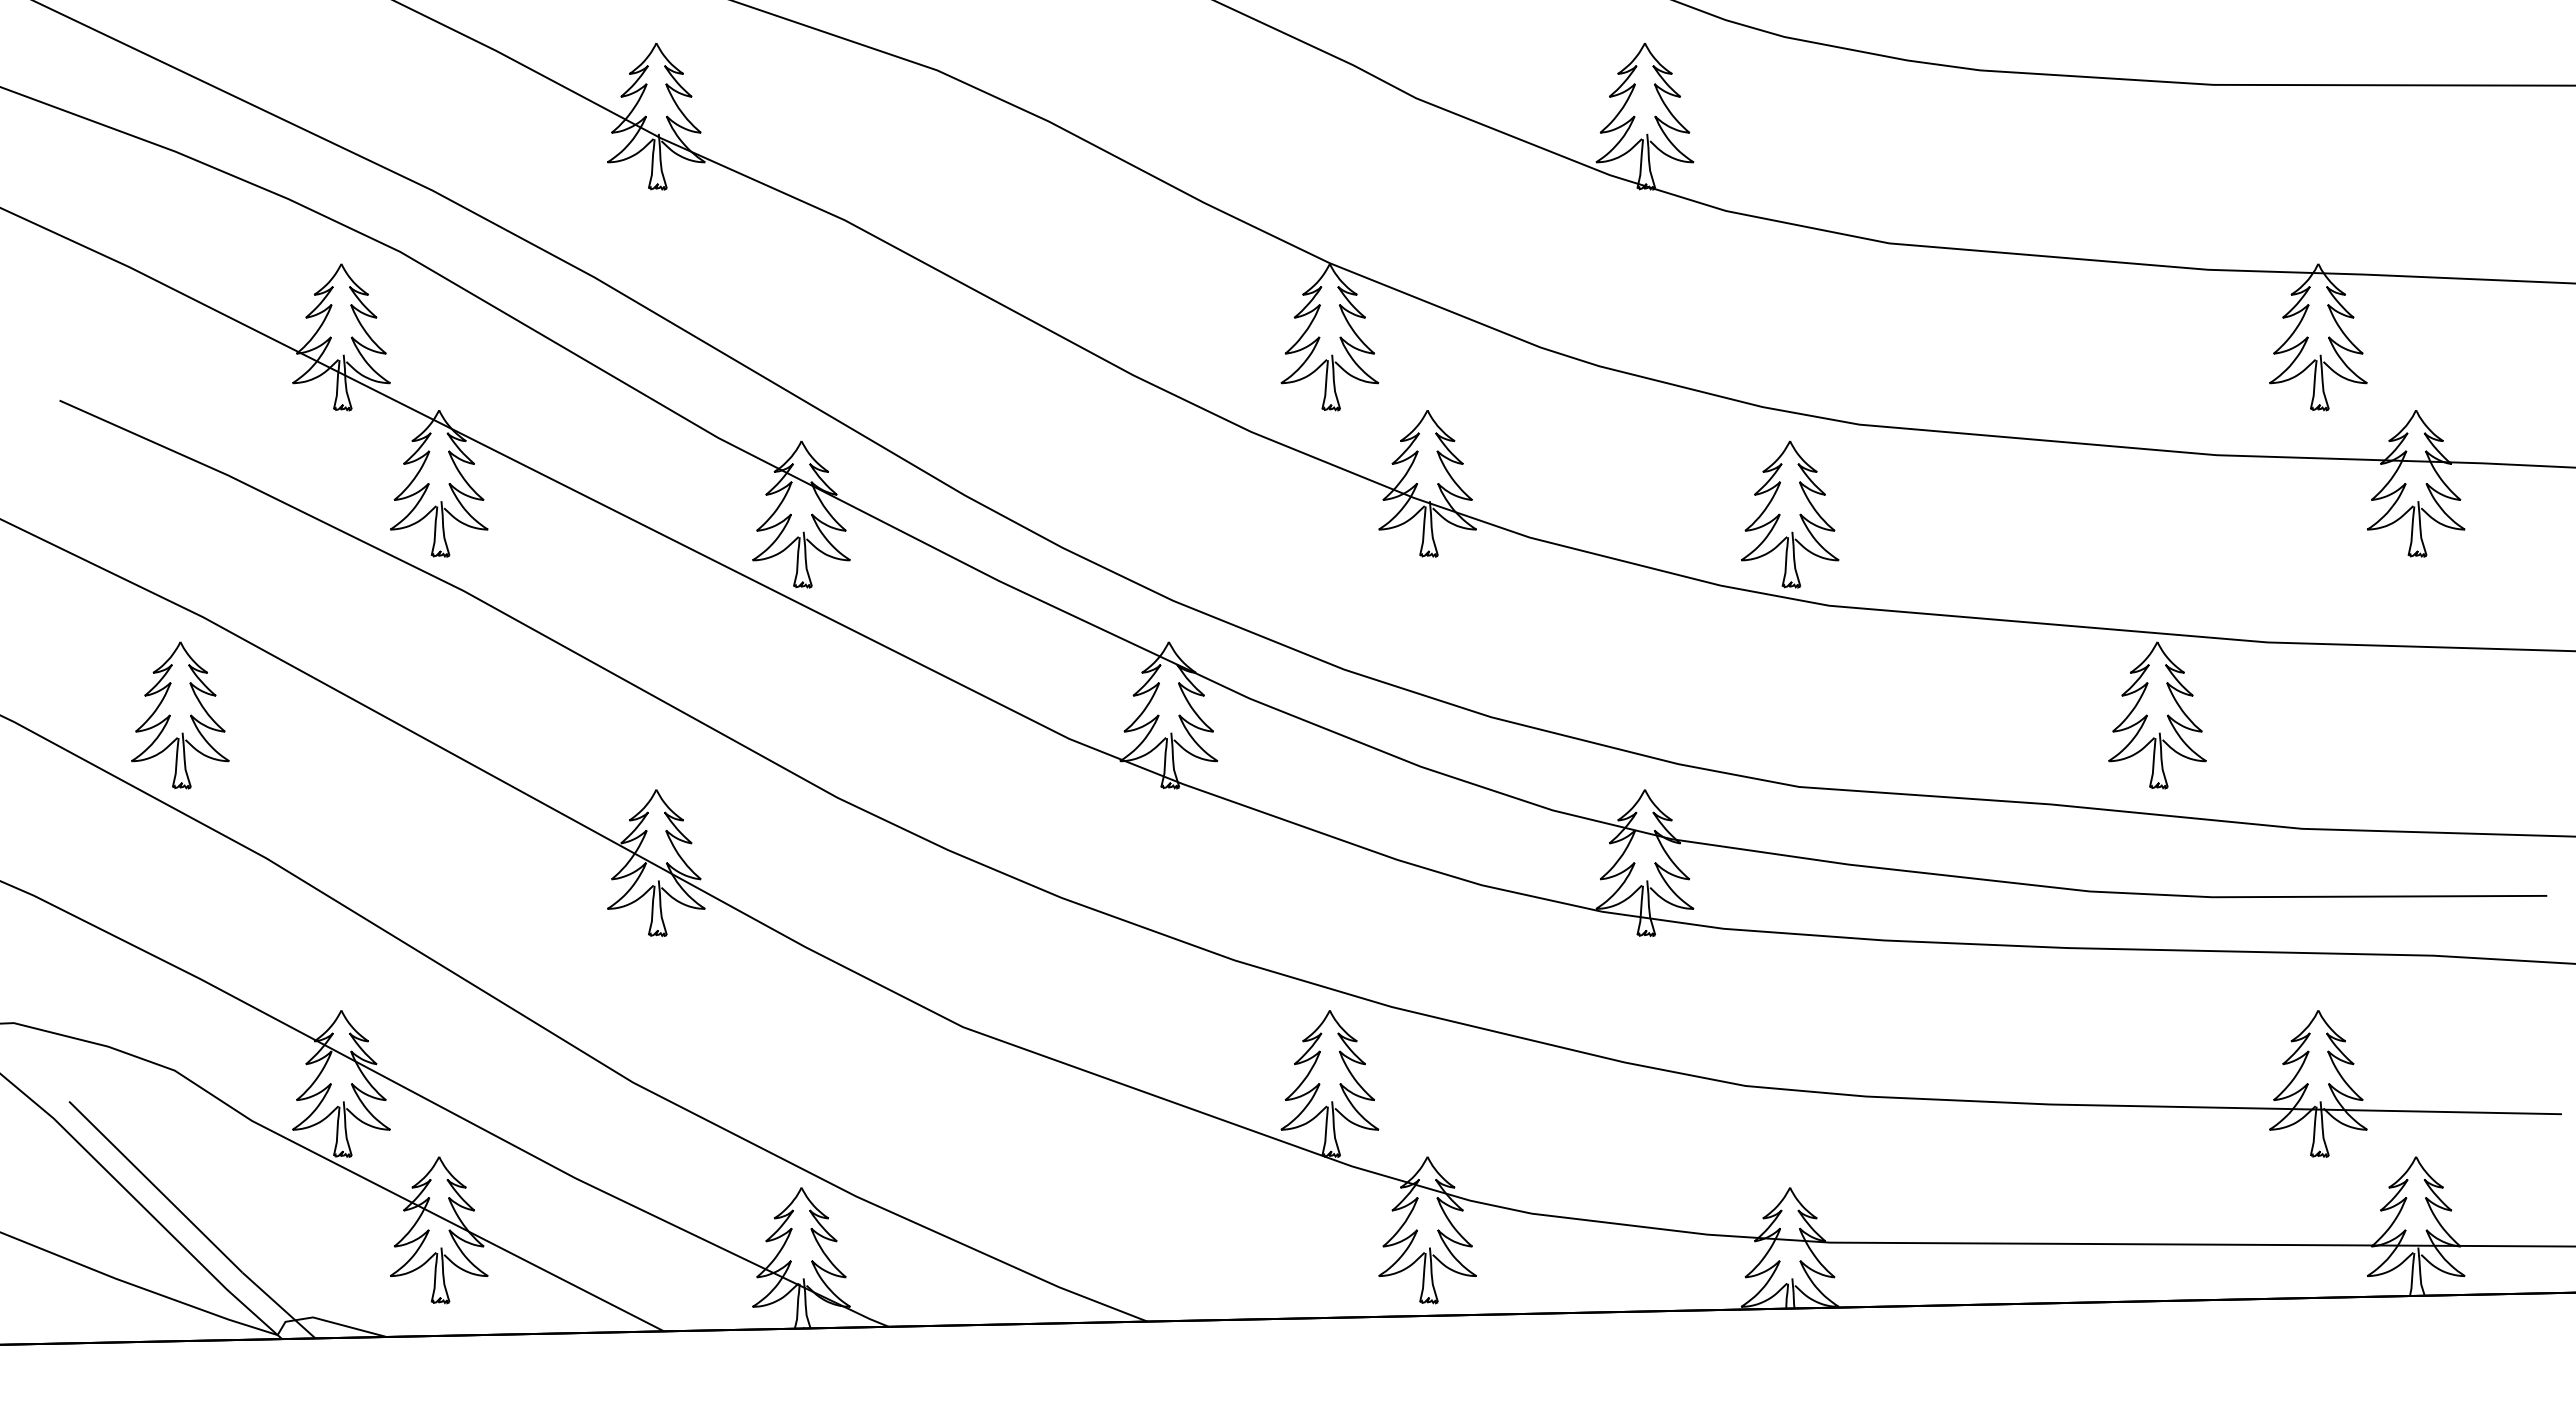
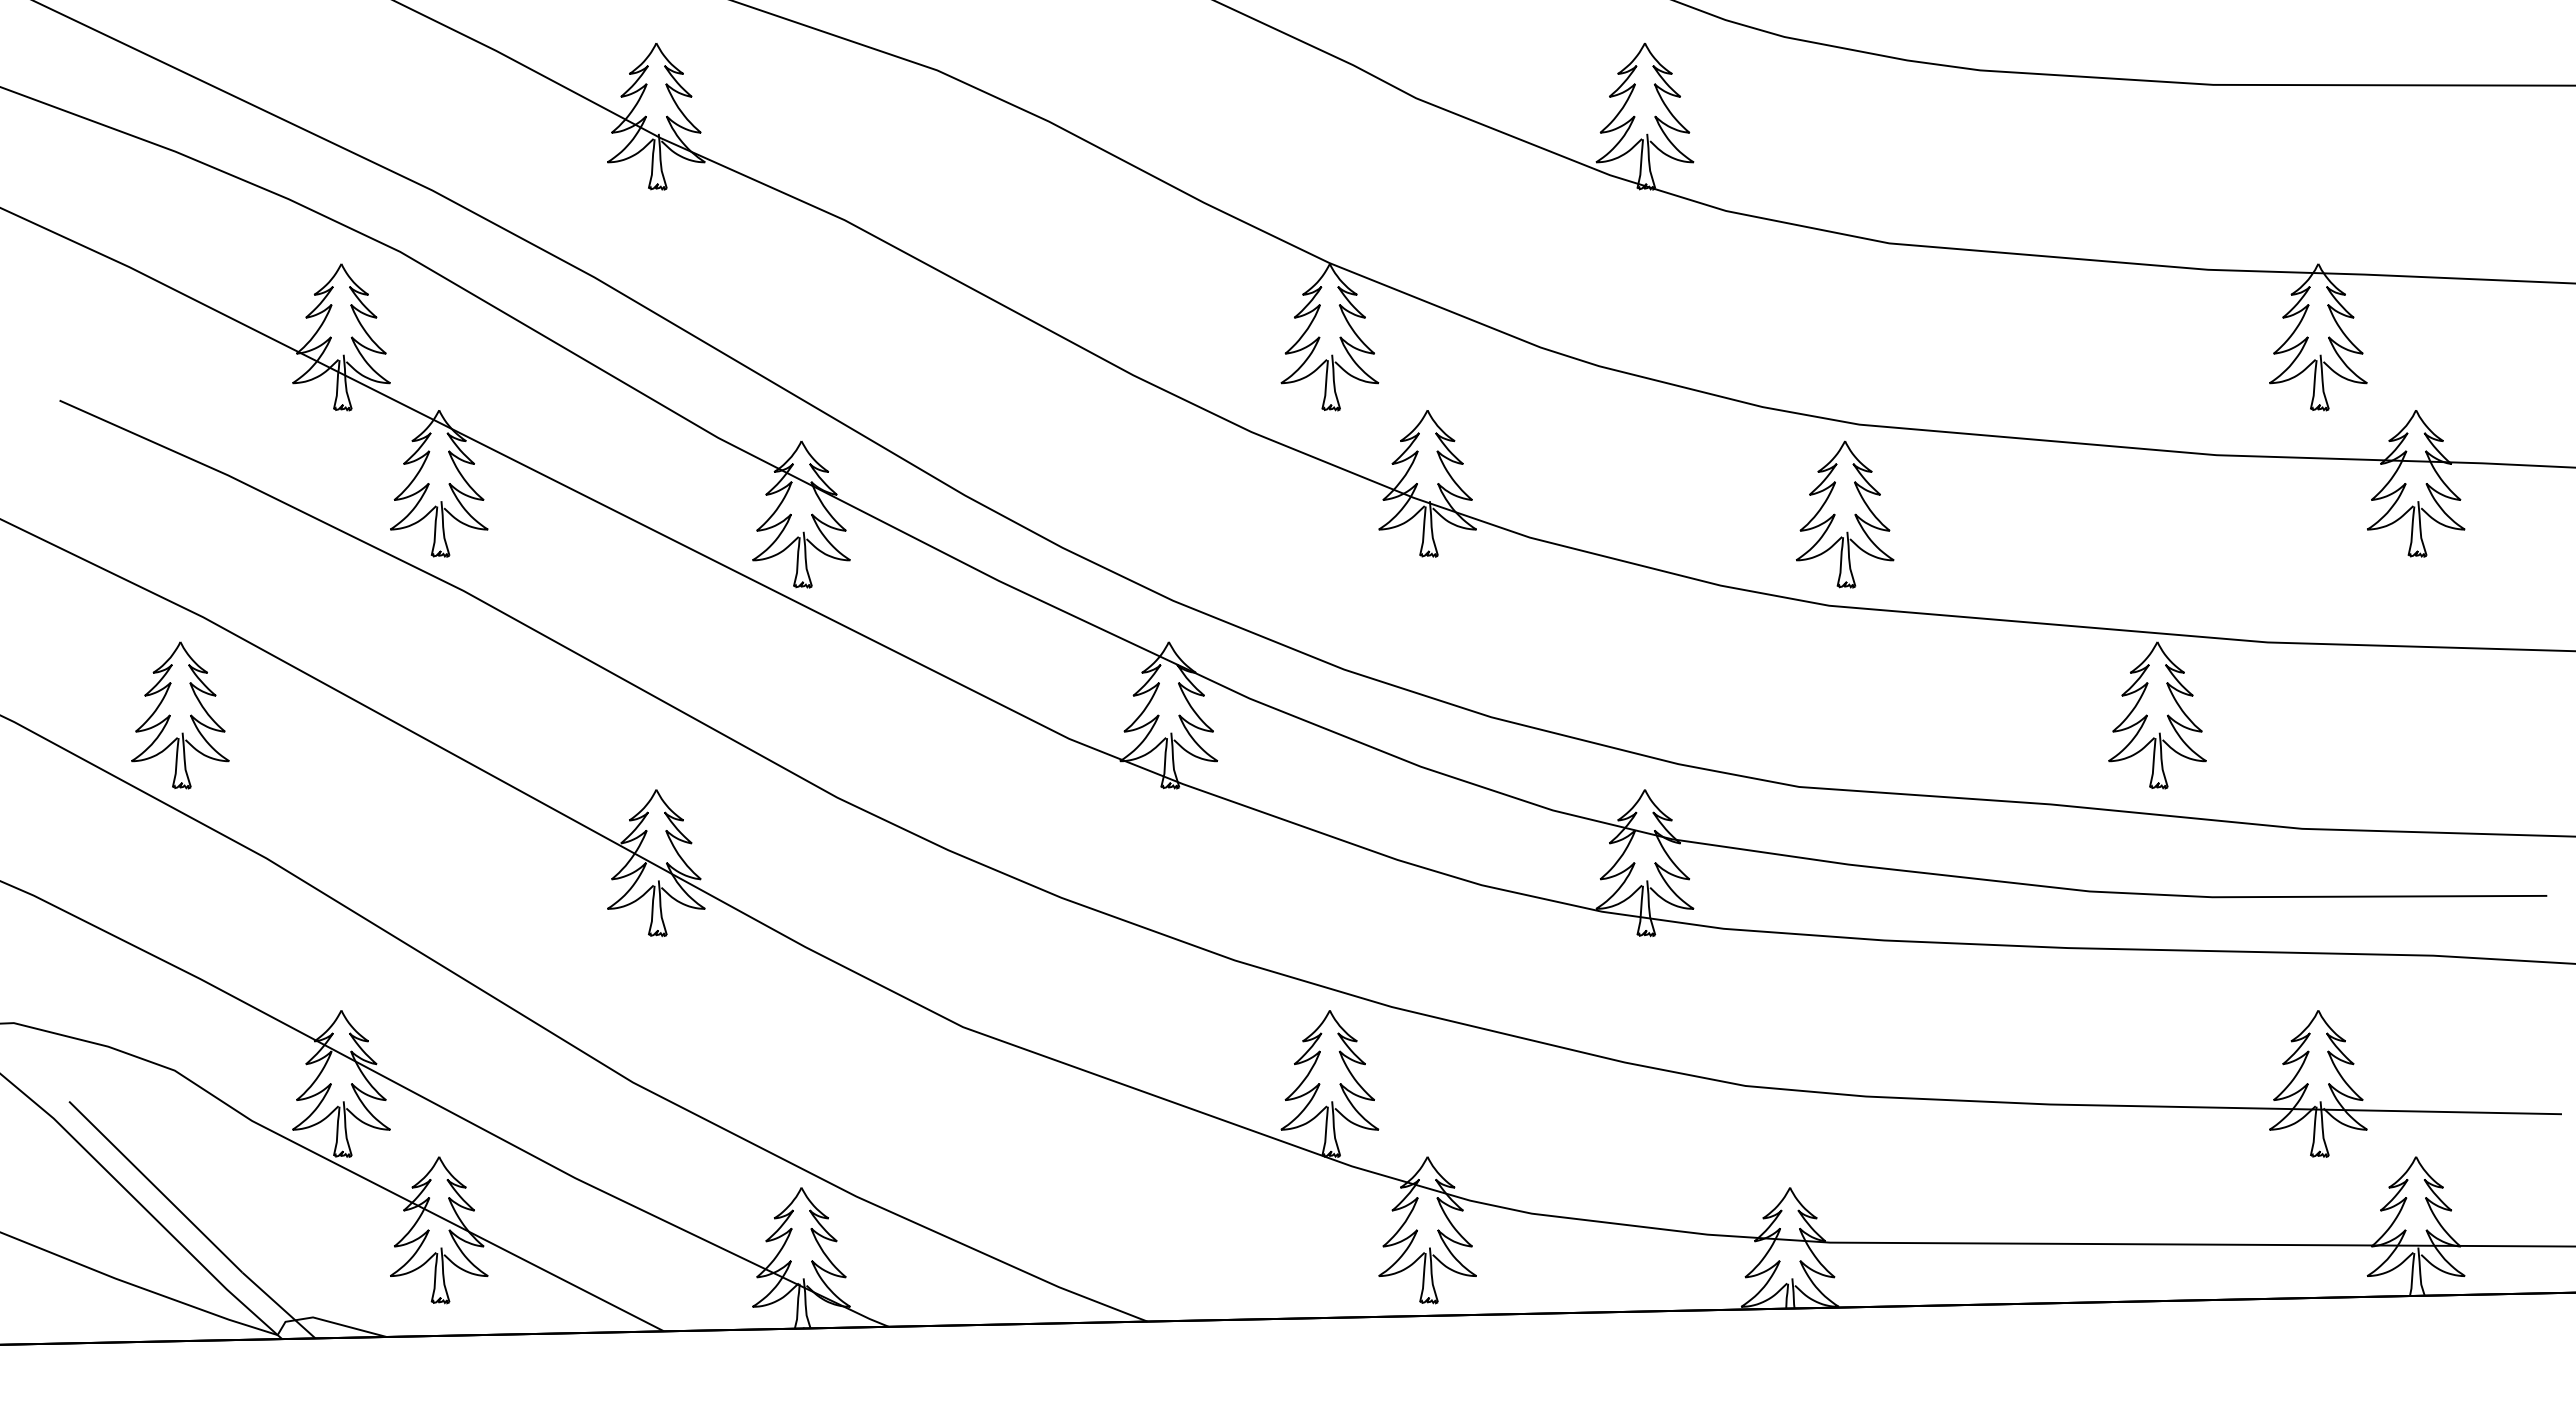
part at (1790, 514) position: (1790, 514) -> (1845, 514)
